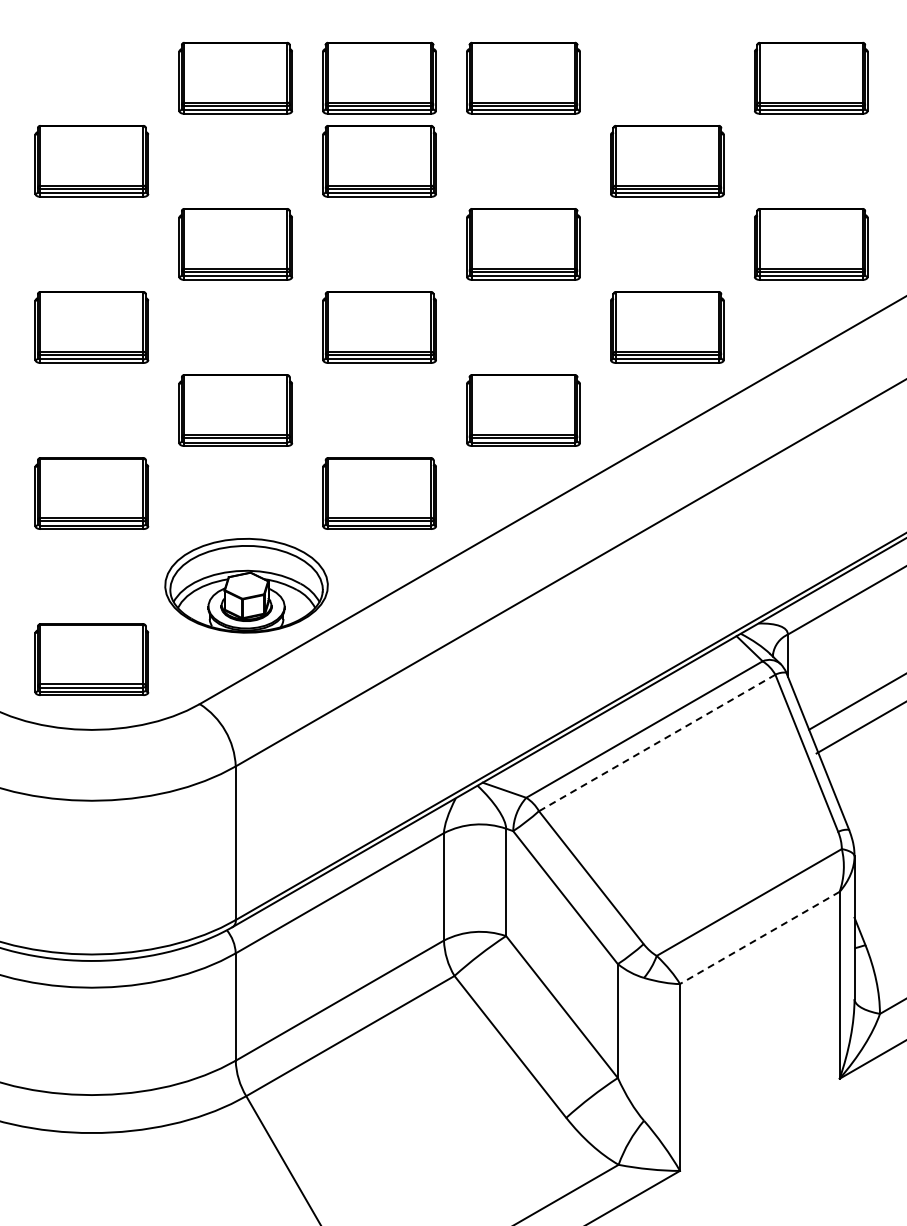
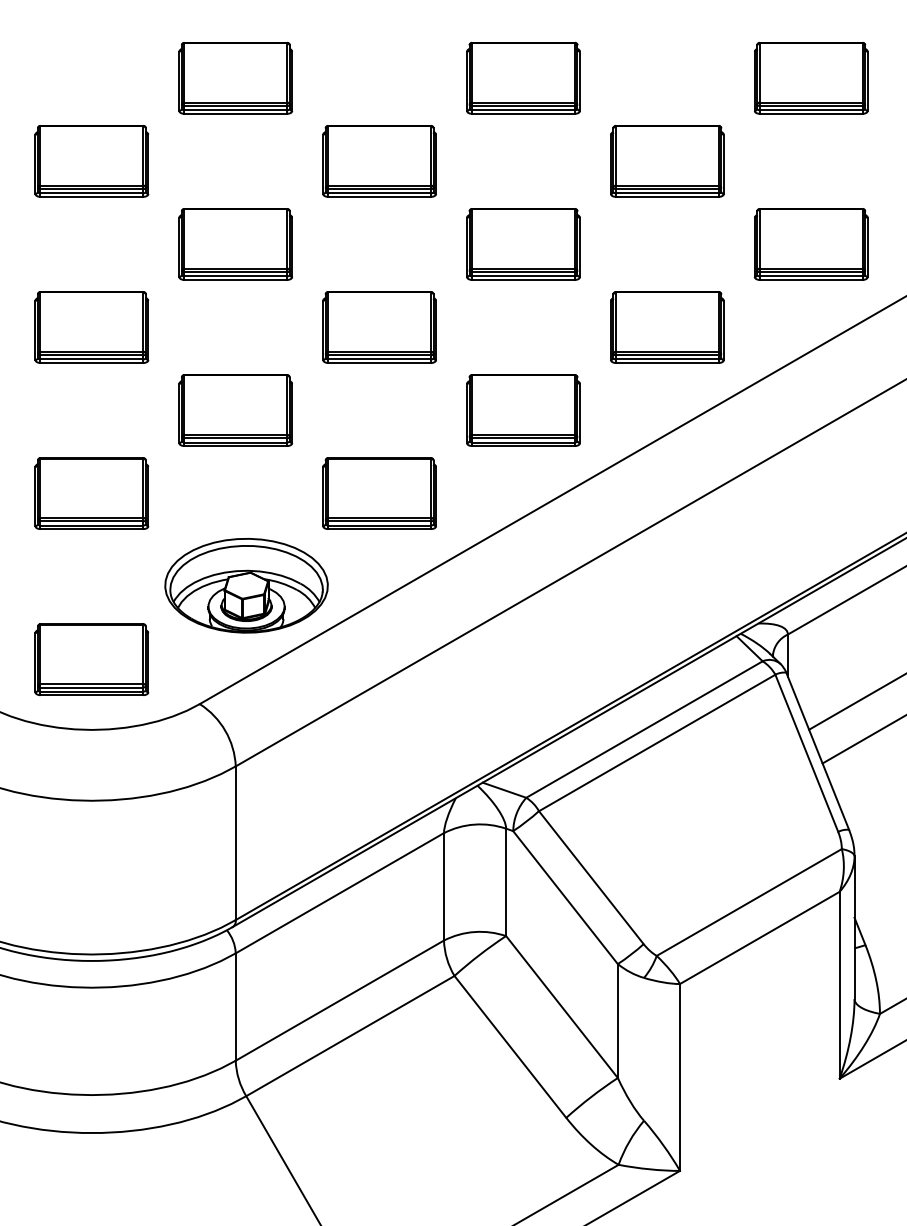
part at (379, 77): present -> none
line at (859, 728) position: (859, 728) -> (862, 739)
line at (656, 743): dashed -> solid
line at (759, 938): dashed -> solid
